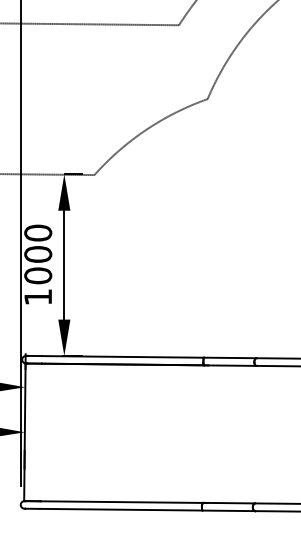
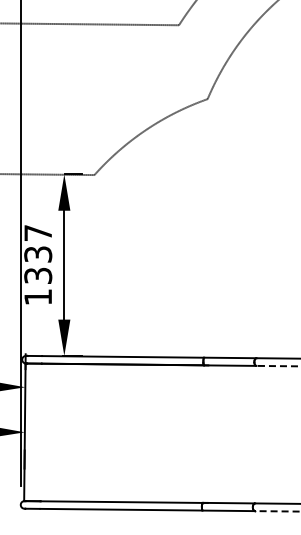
text at (38, 254): 1000 -> 1337
line at (278, 366): solid -> dashed
line at (277, 511): solid -> dashed
